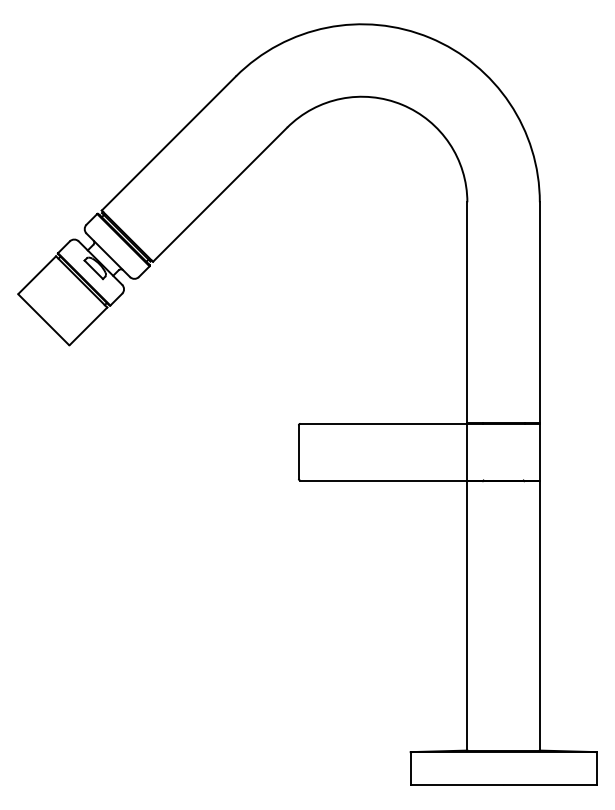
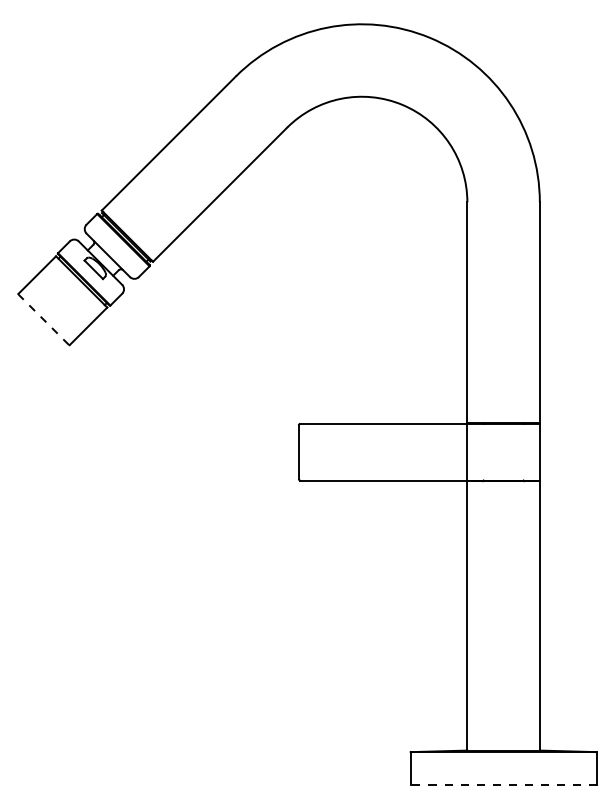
line at (43, 319): solid -> dashed
line at (503, 785): solid -> dashed
